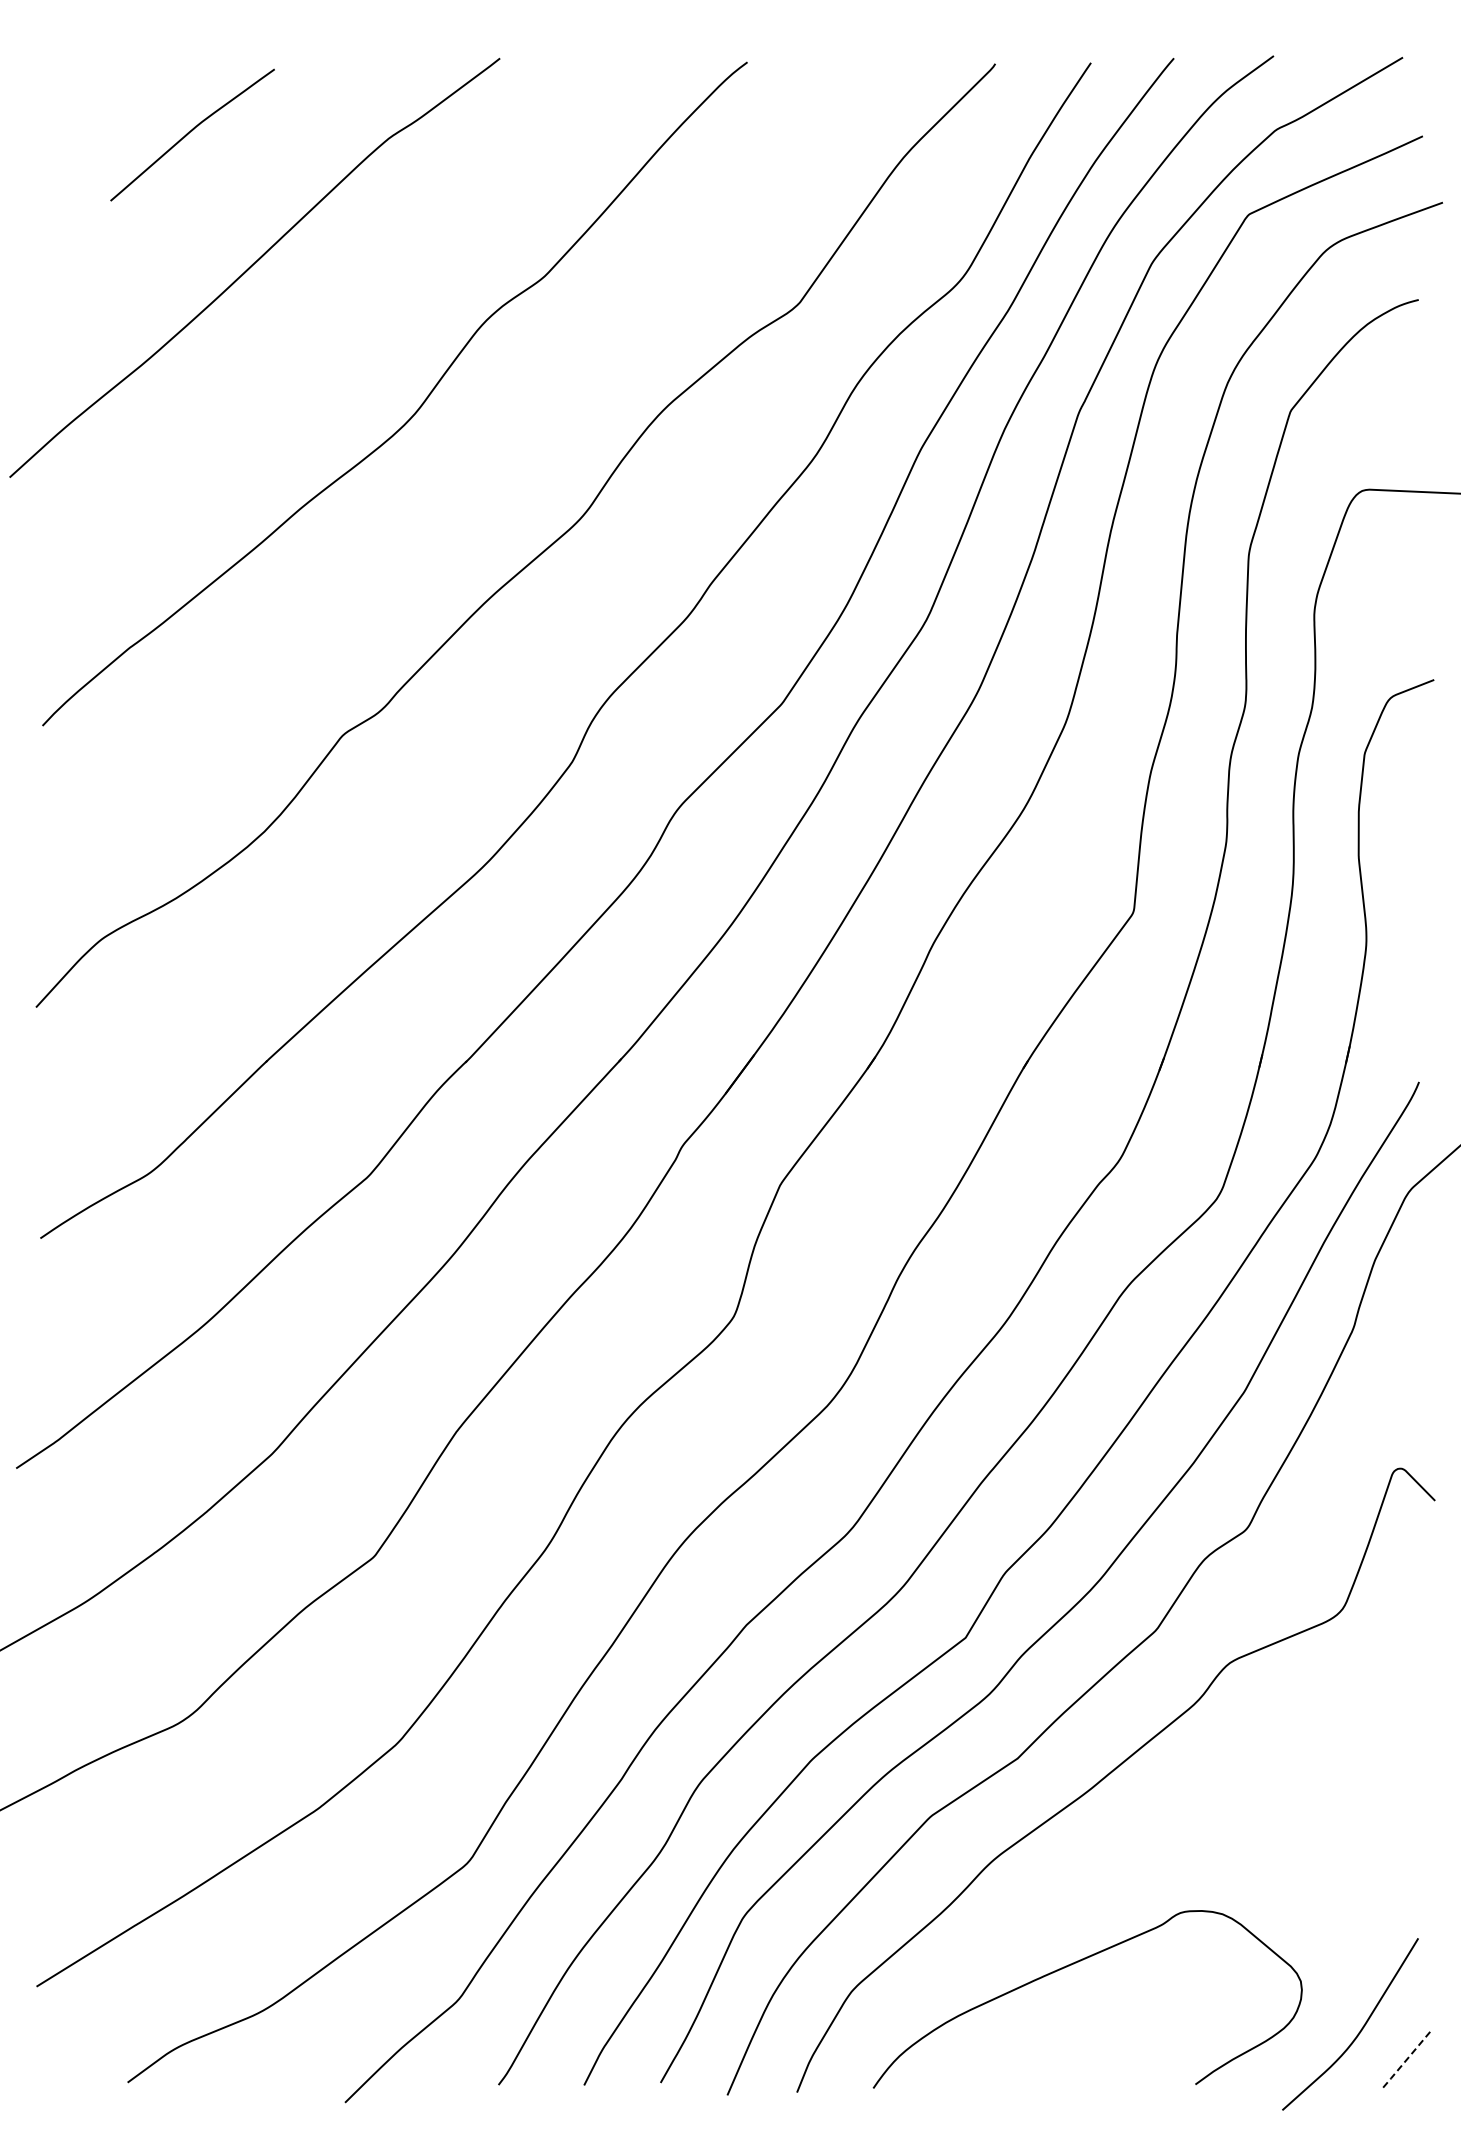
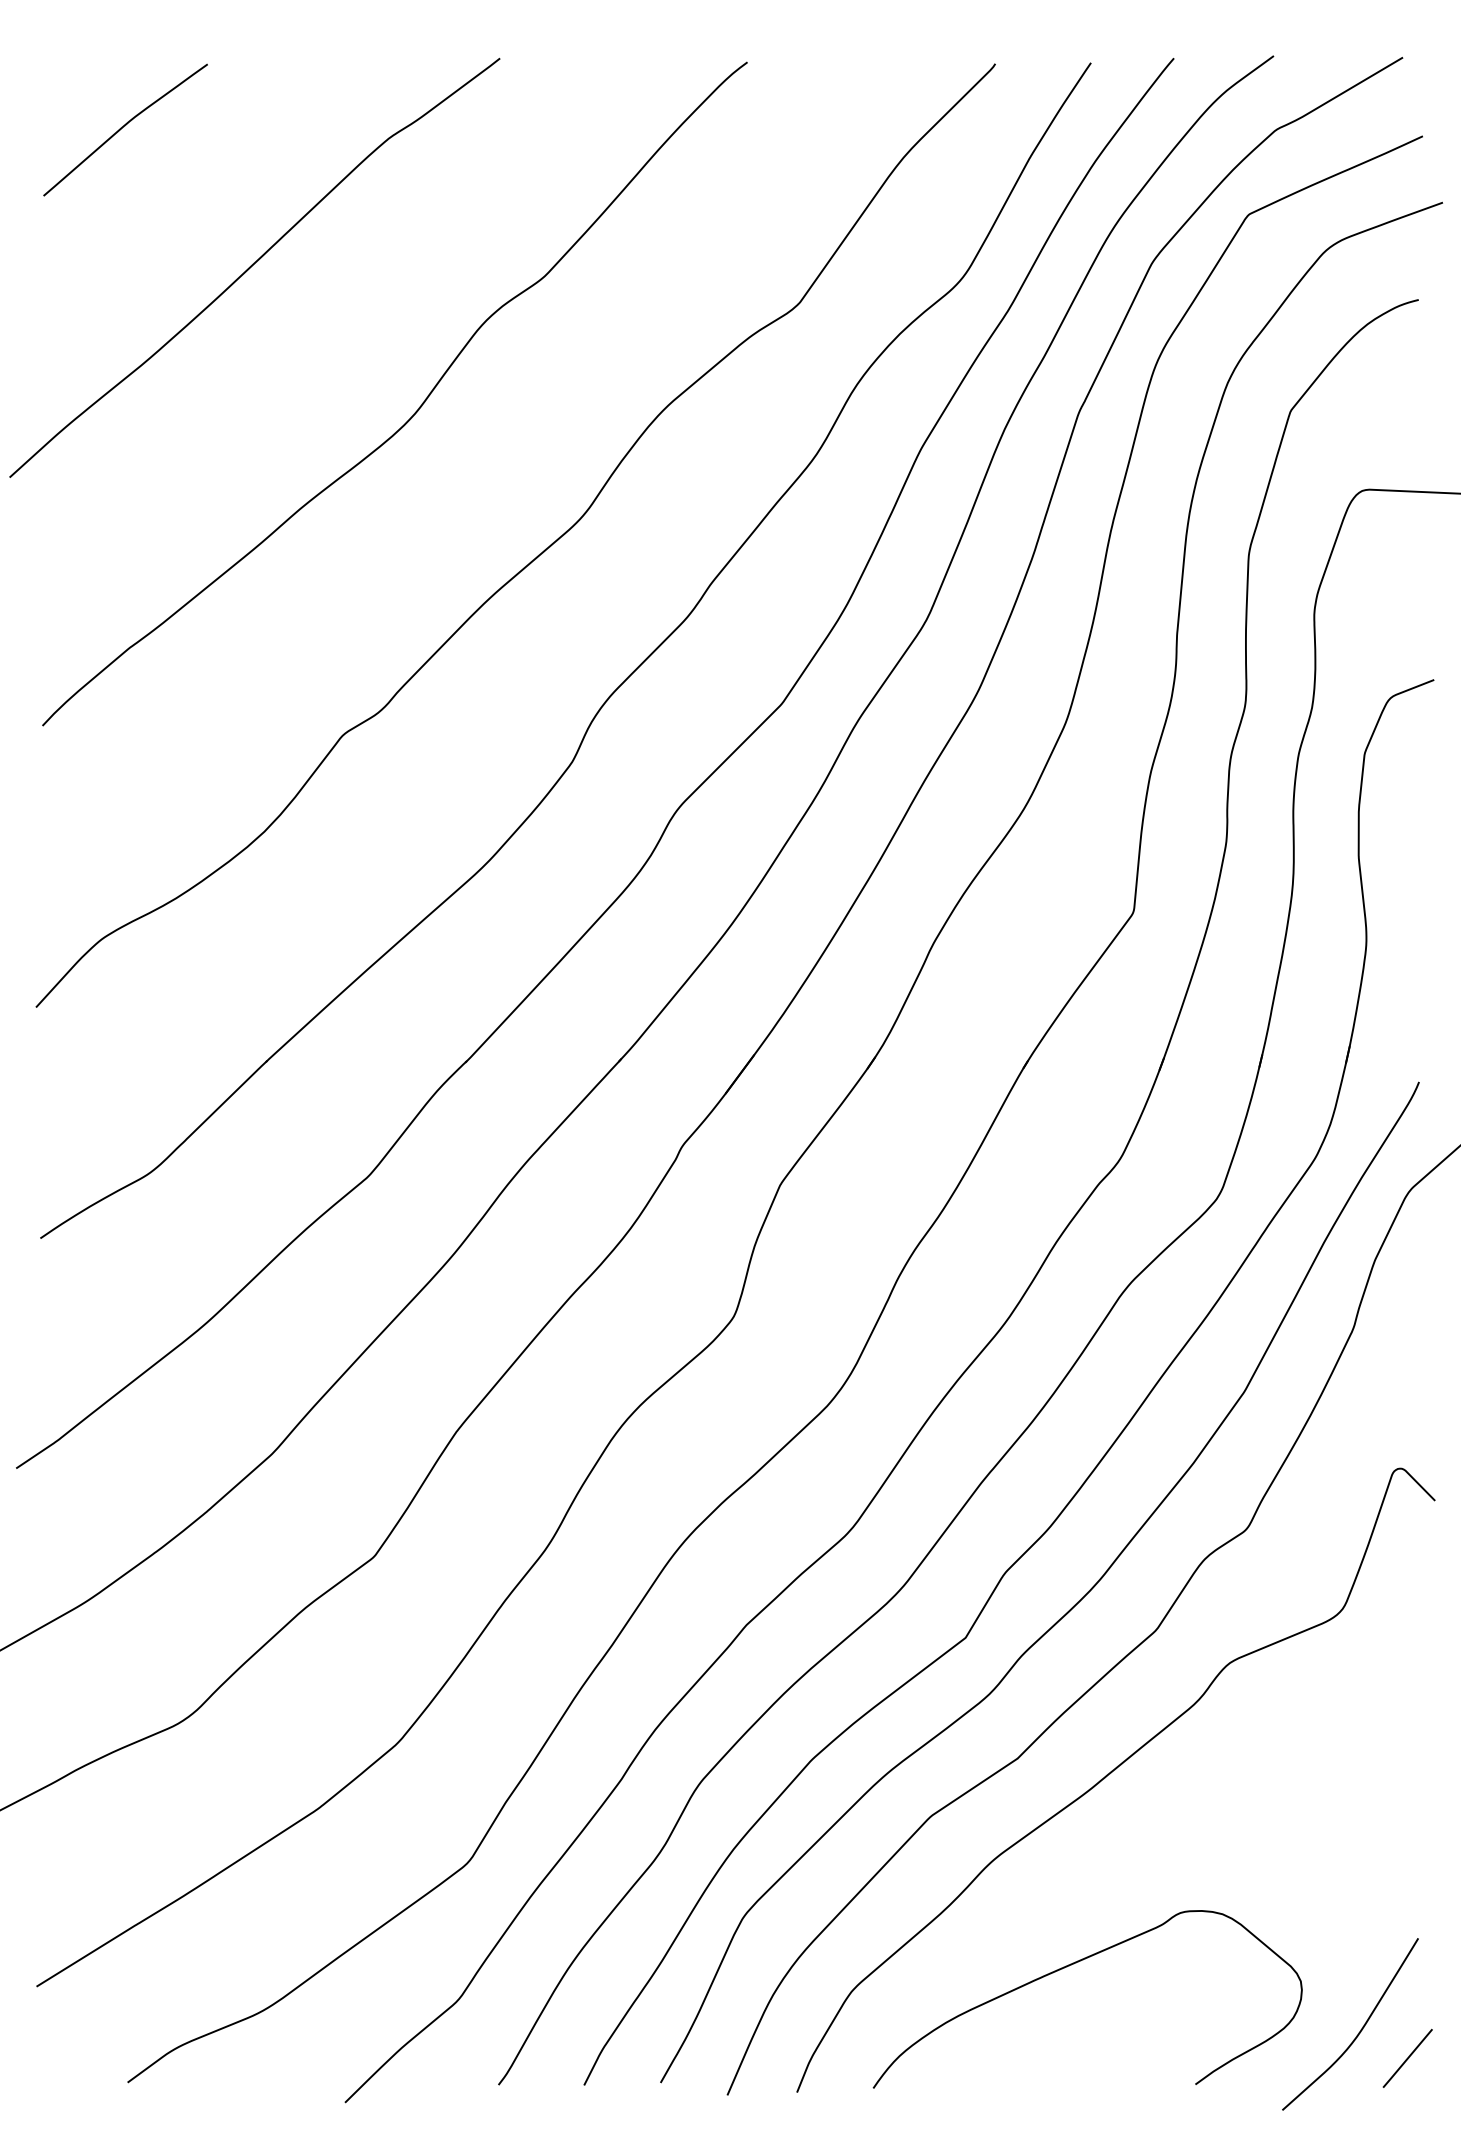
curve at (190, 132) position: (190, 132) -> (123, 127)
line at (1407, 2058): dashed -> solid
